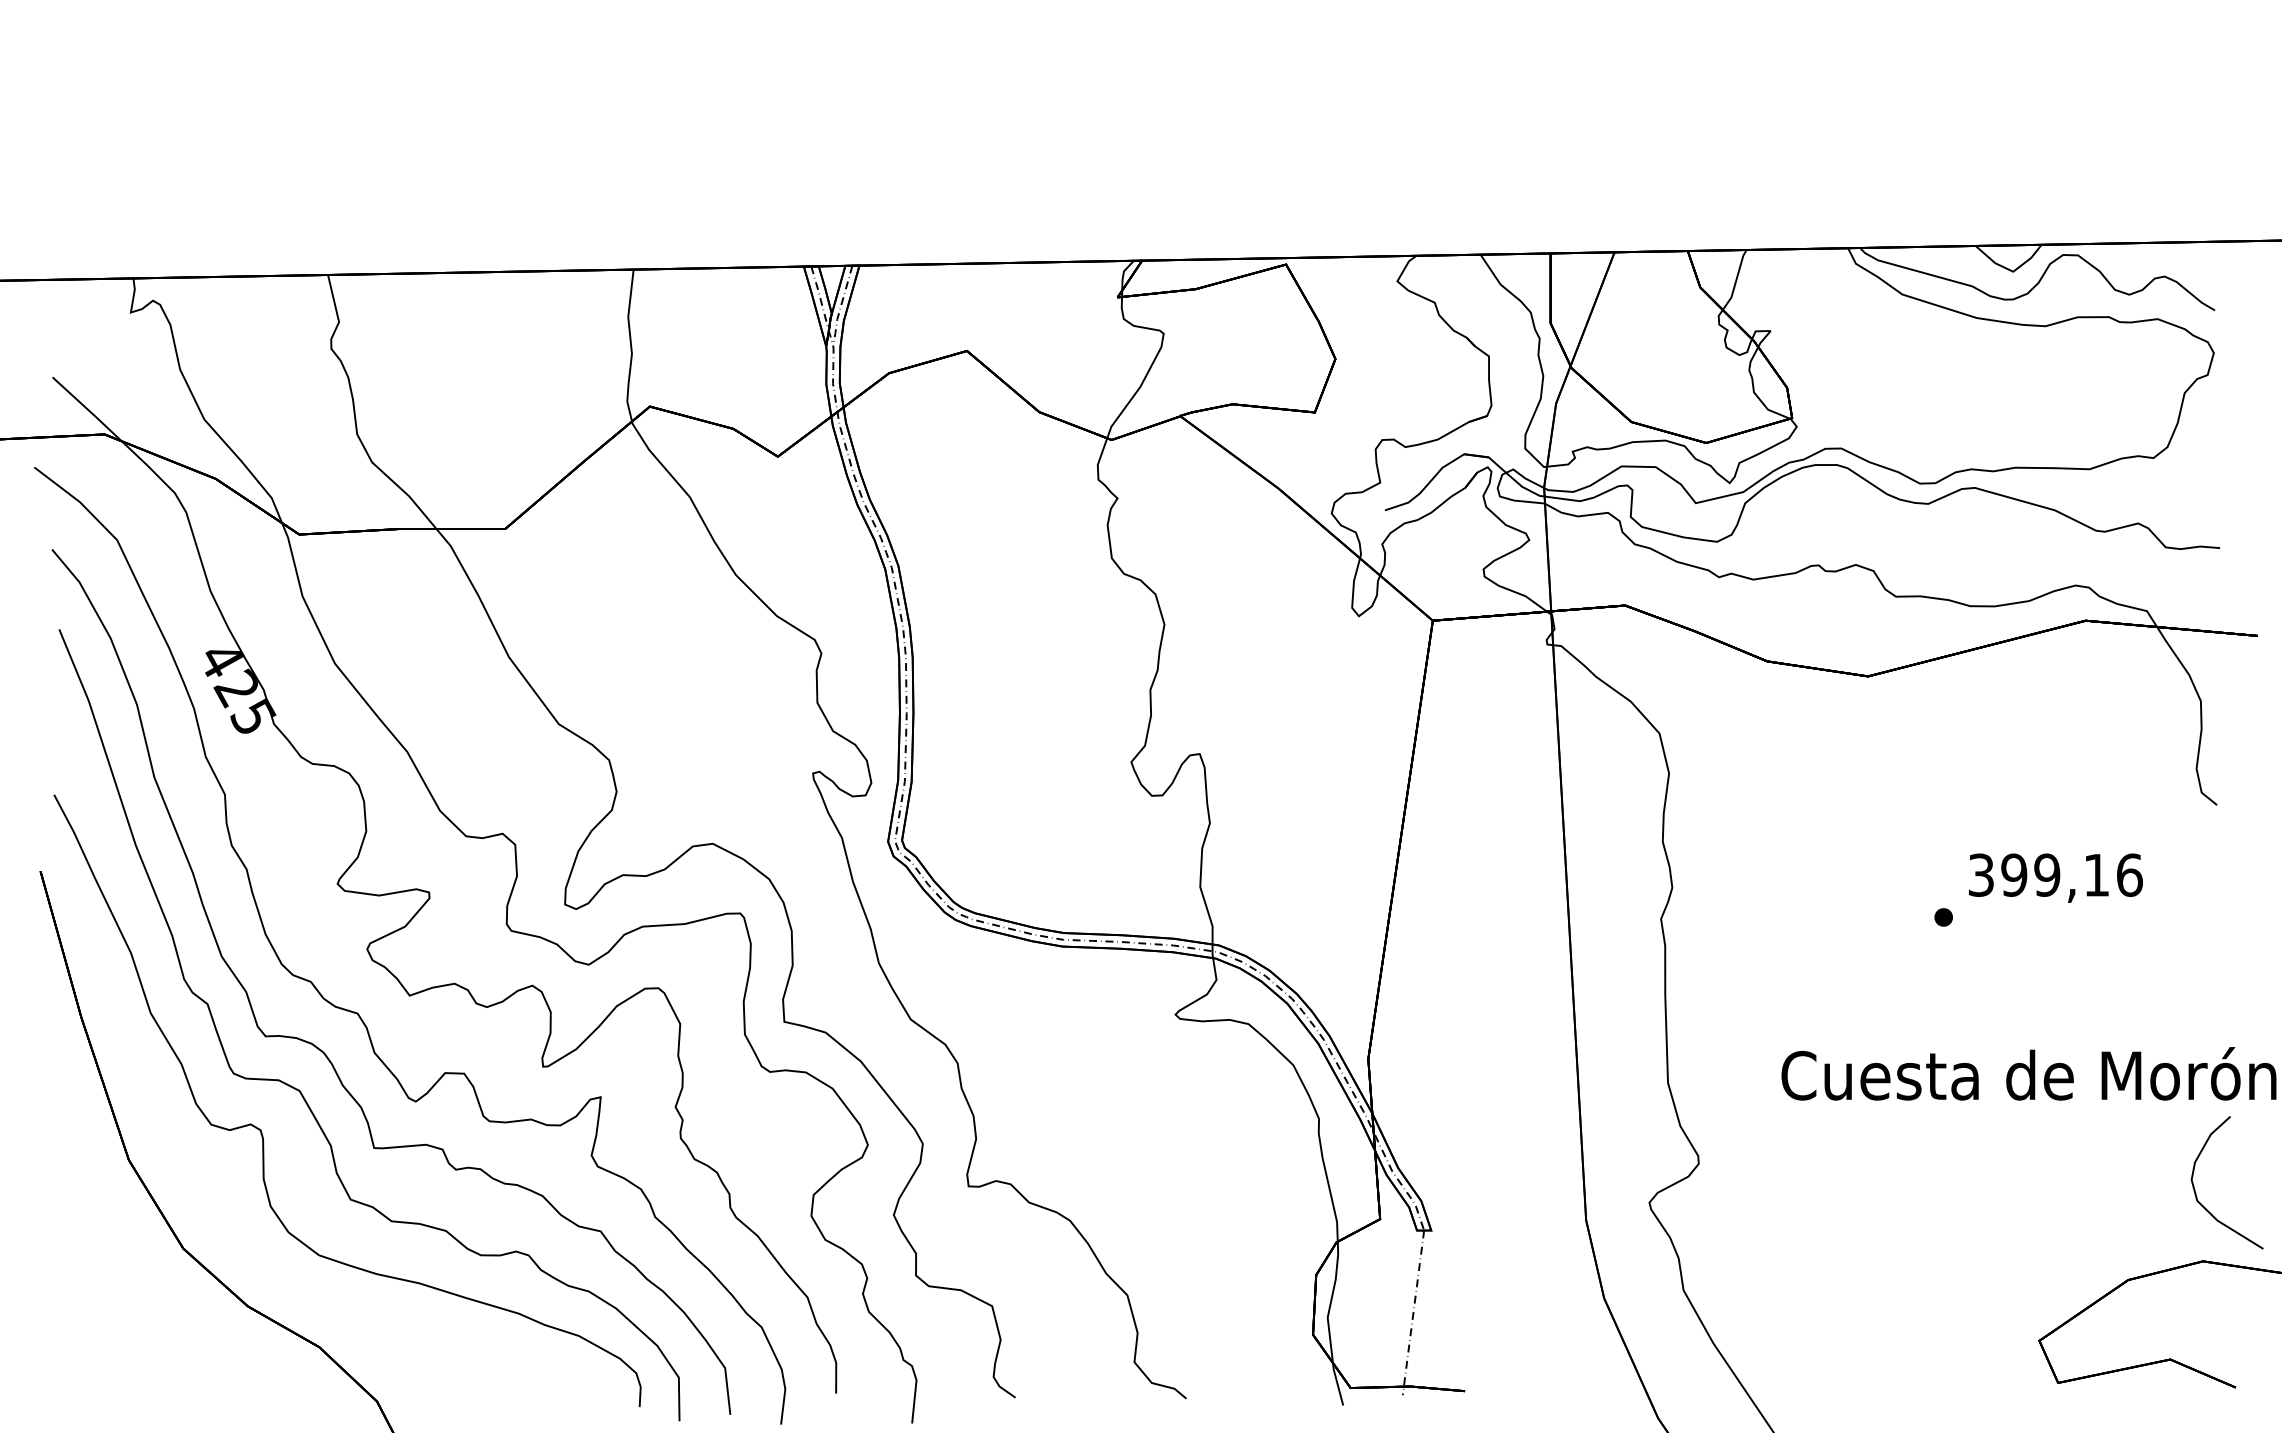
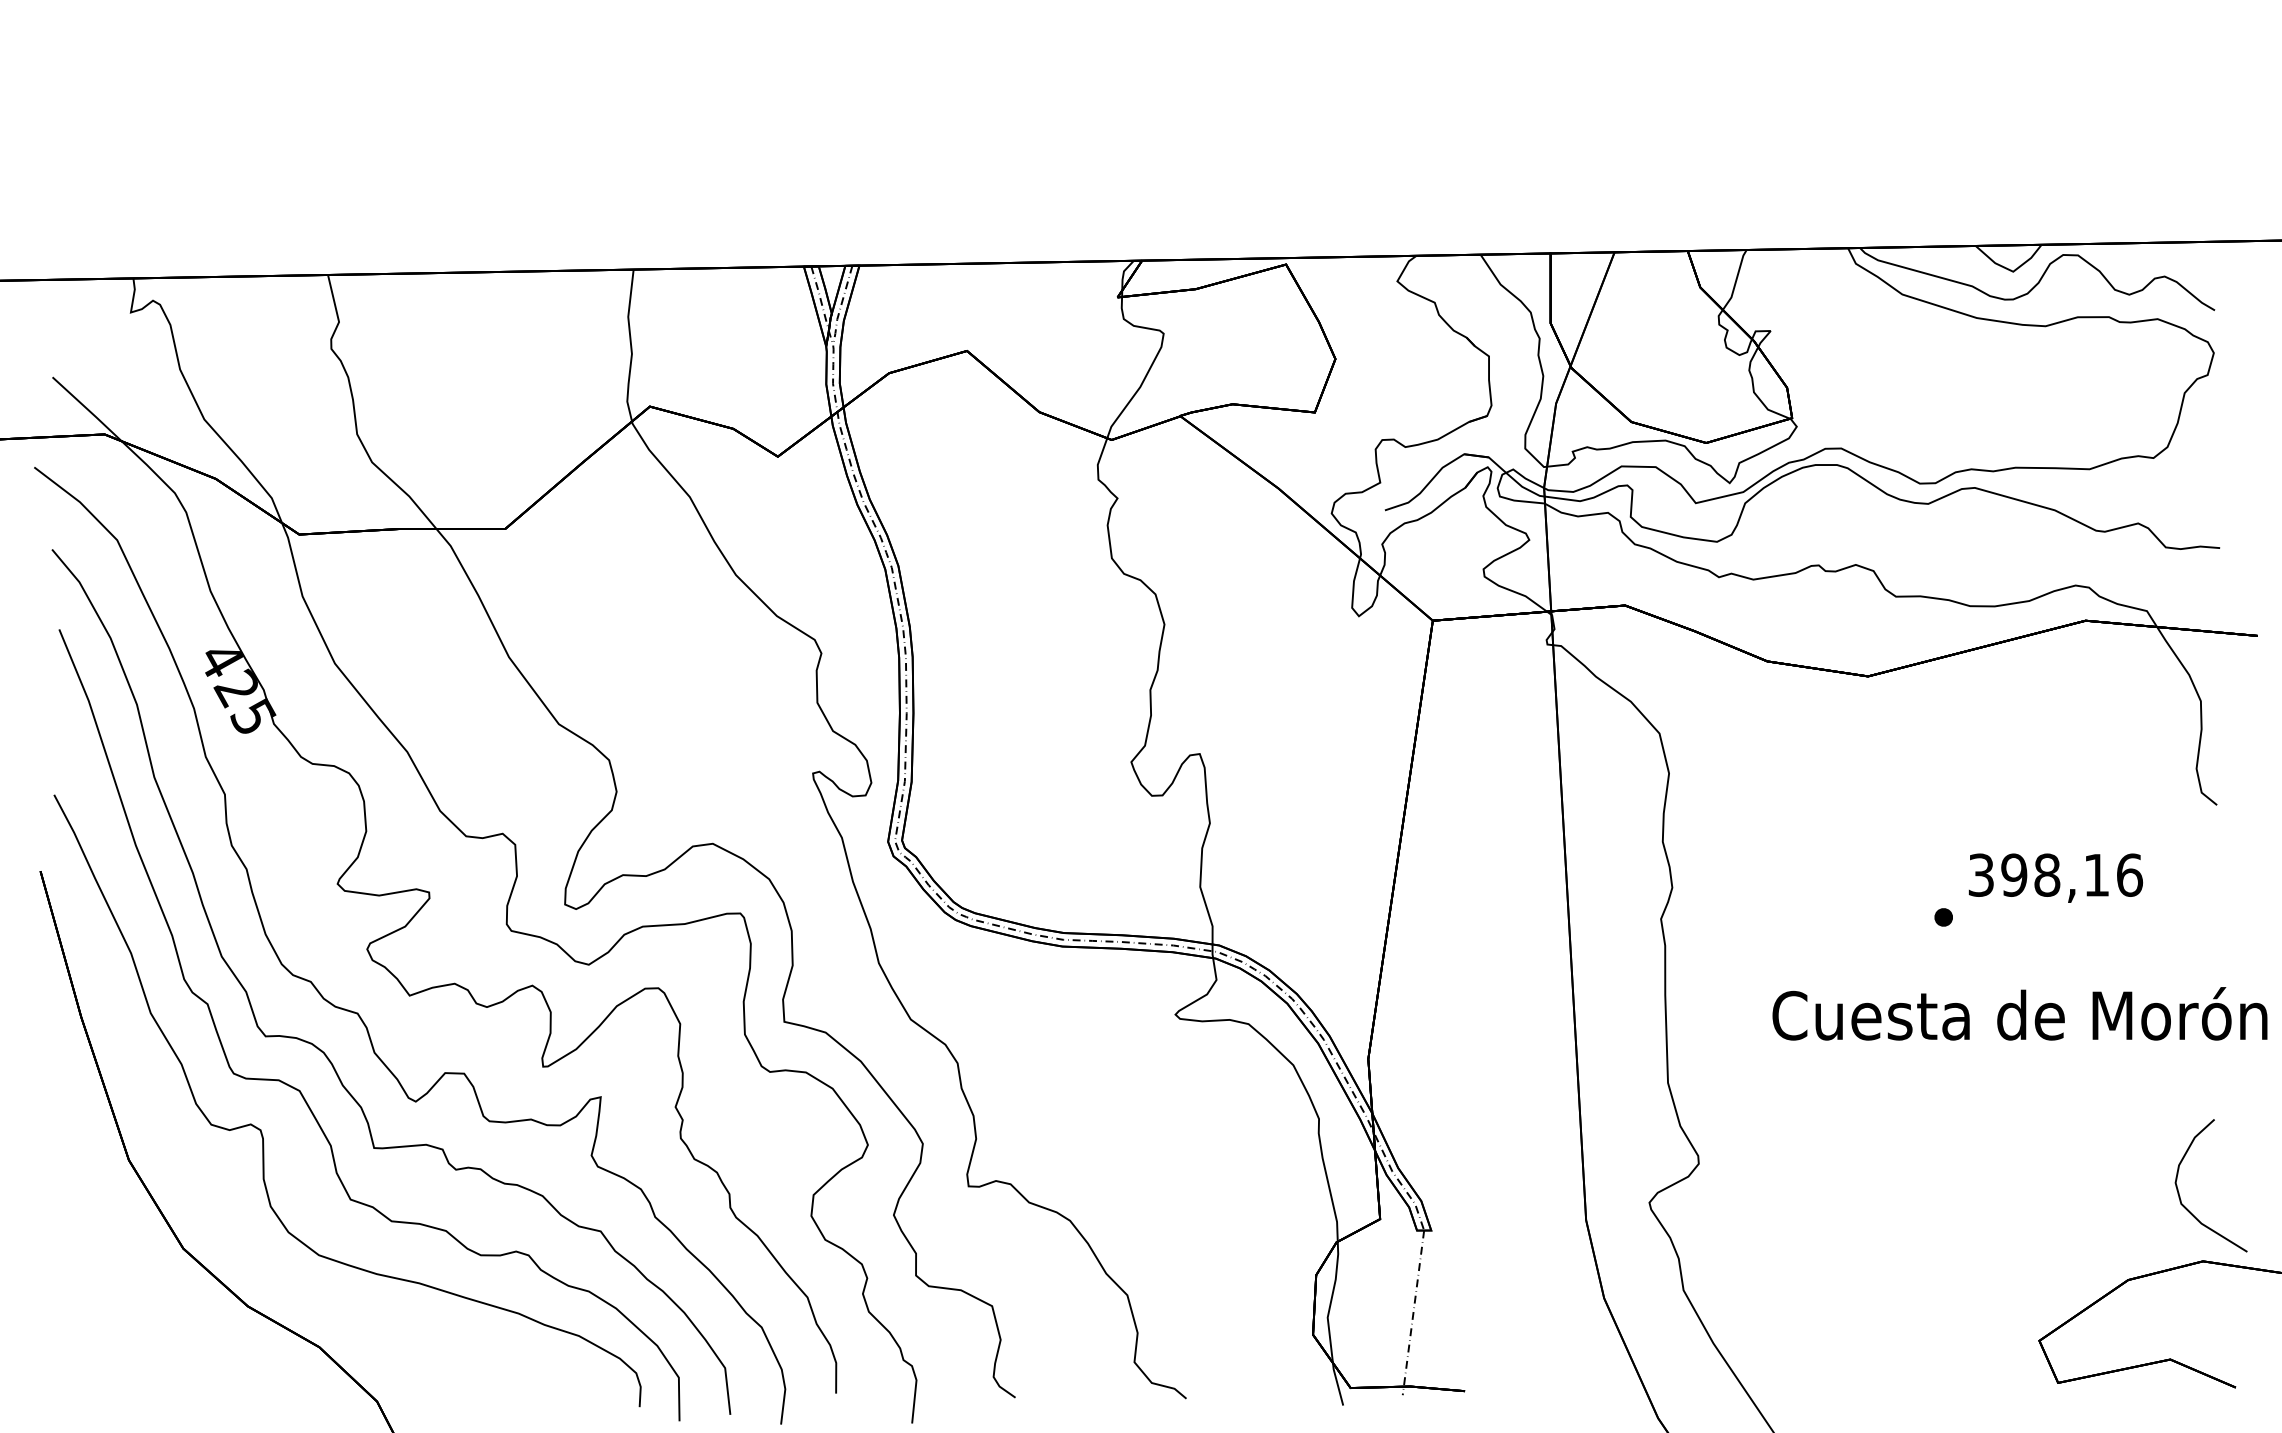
text at (2047, 874): 399,16 -> 398,16
text at (2028, 1073) position: (2028, 1073) -> (2019, 1013)
curve at (2195, 1189) position: (2195, 1189) -> (2179, 1192)
